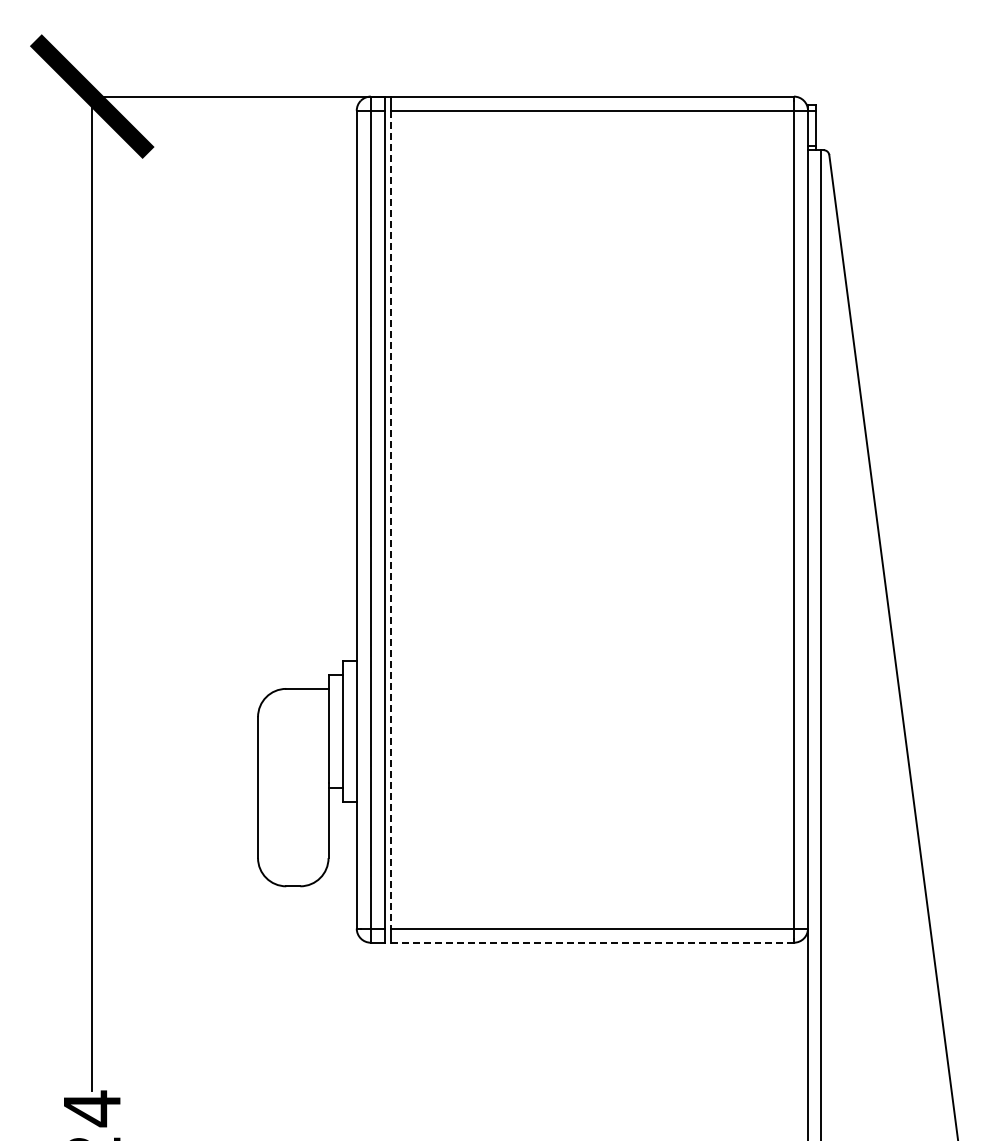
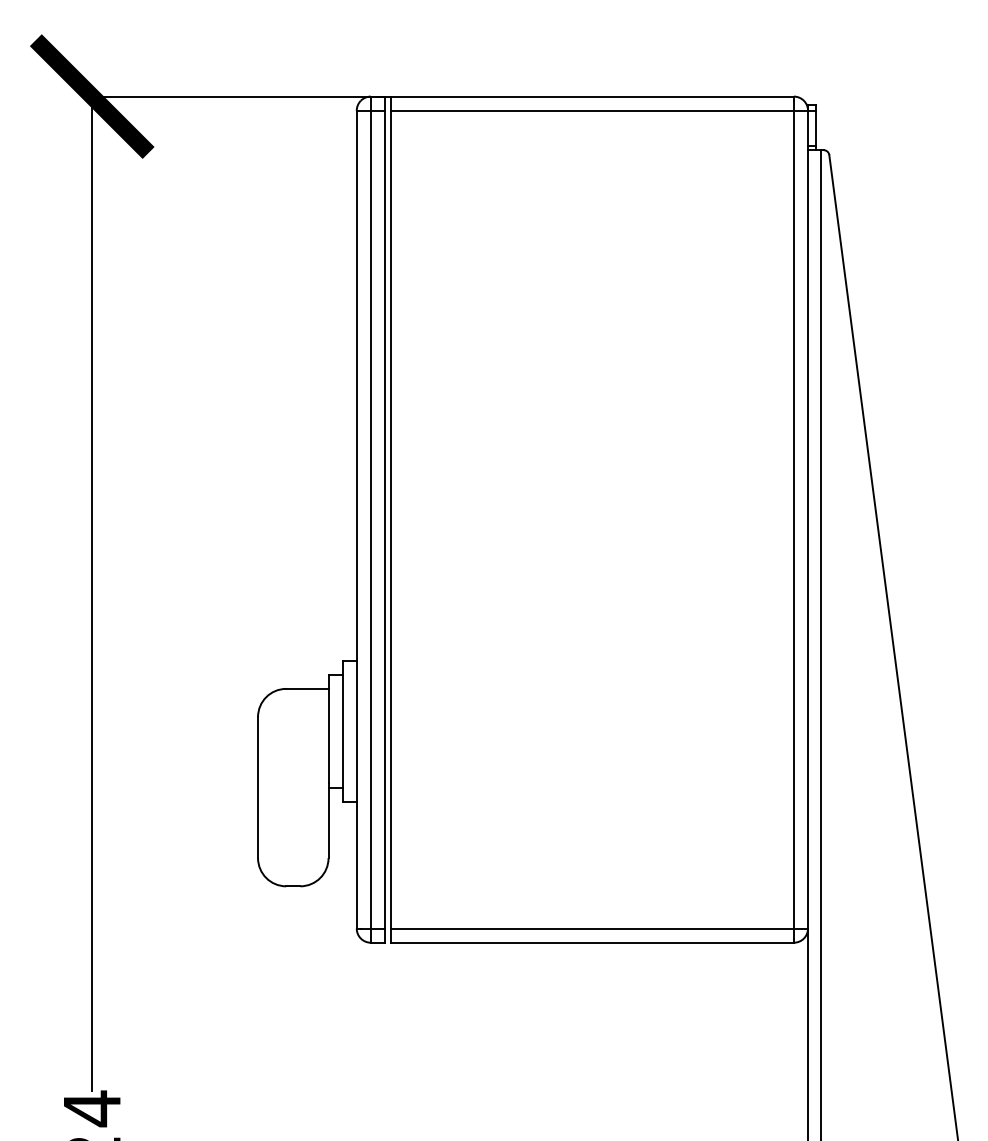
line at (390, 519): dashed -> solid
line at (592, 942): dashed -> solid
